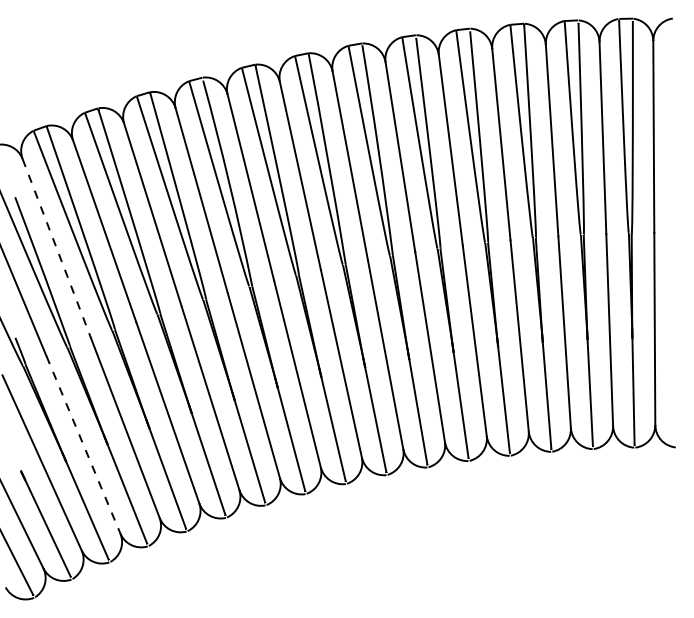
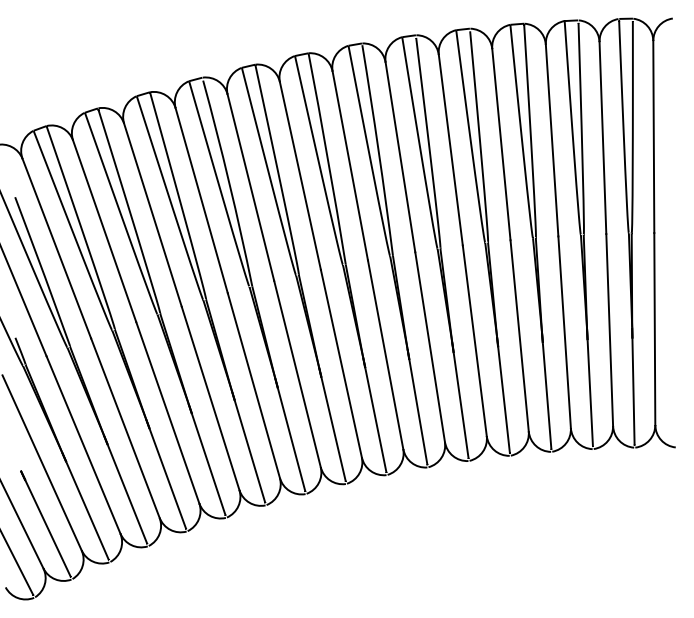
line at (57, 249): dashed -> solid
line at (83, 445): dashed -> solid
